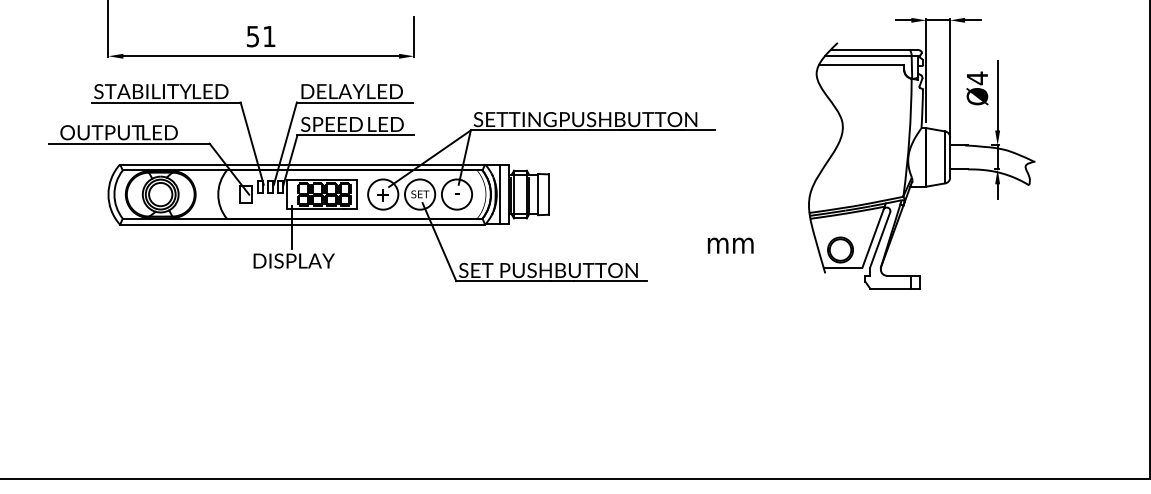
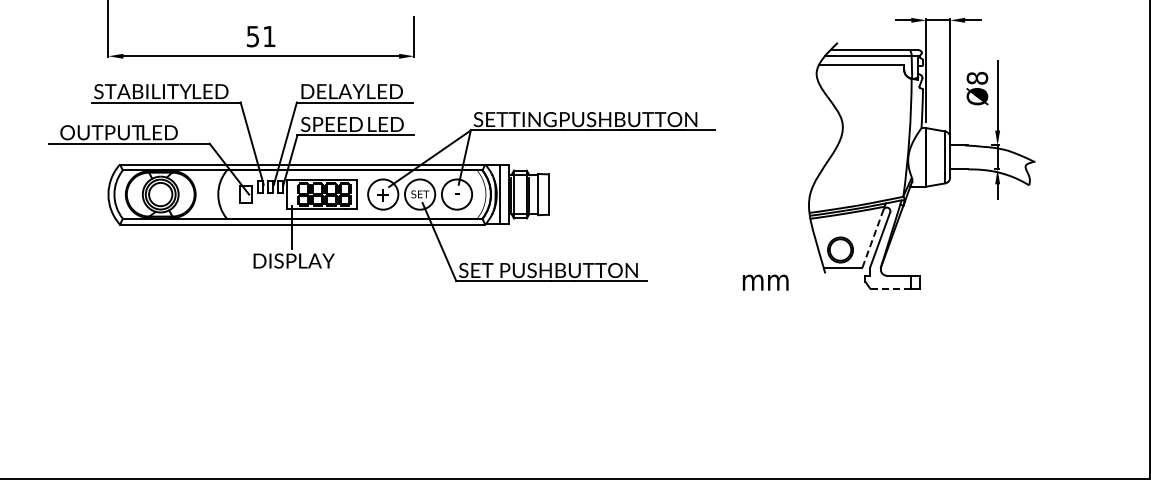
text at (977, 78): Ø4 -> Ø8
line at (873, 236): solid -> dashed
text at (730, 245) position: (730, 245) -> (765, 282)
line at (890, 288): solid -> dashed
